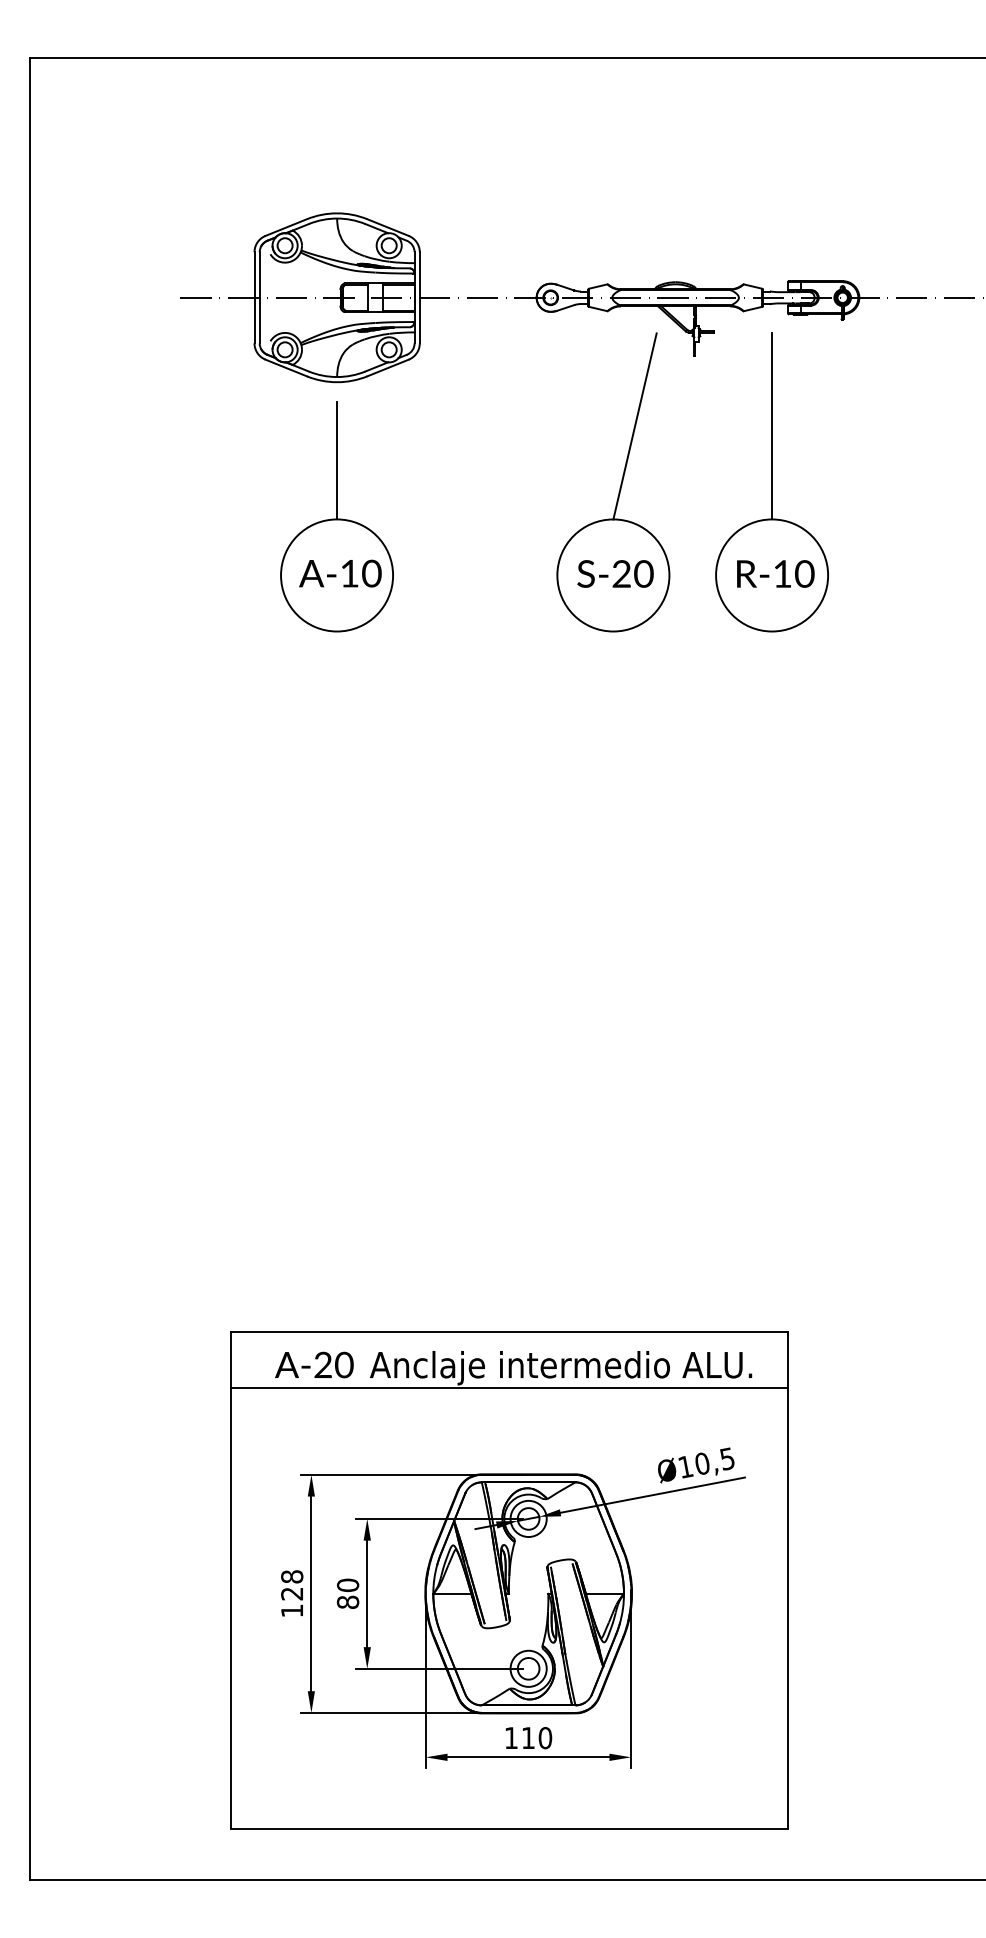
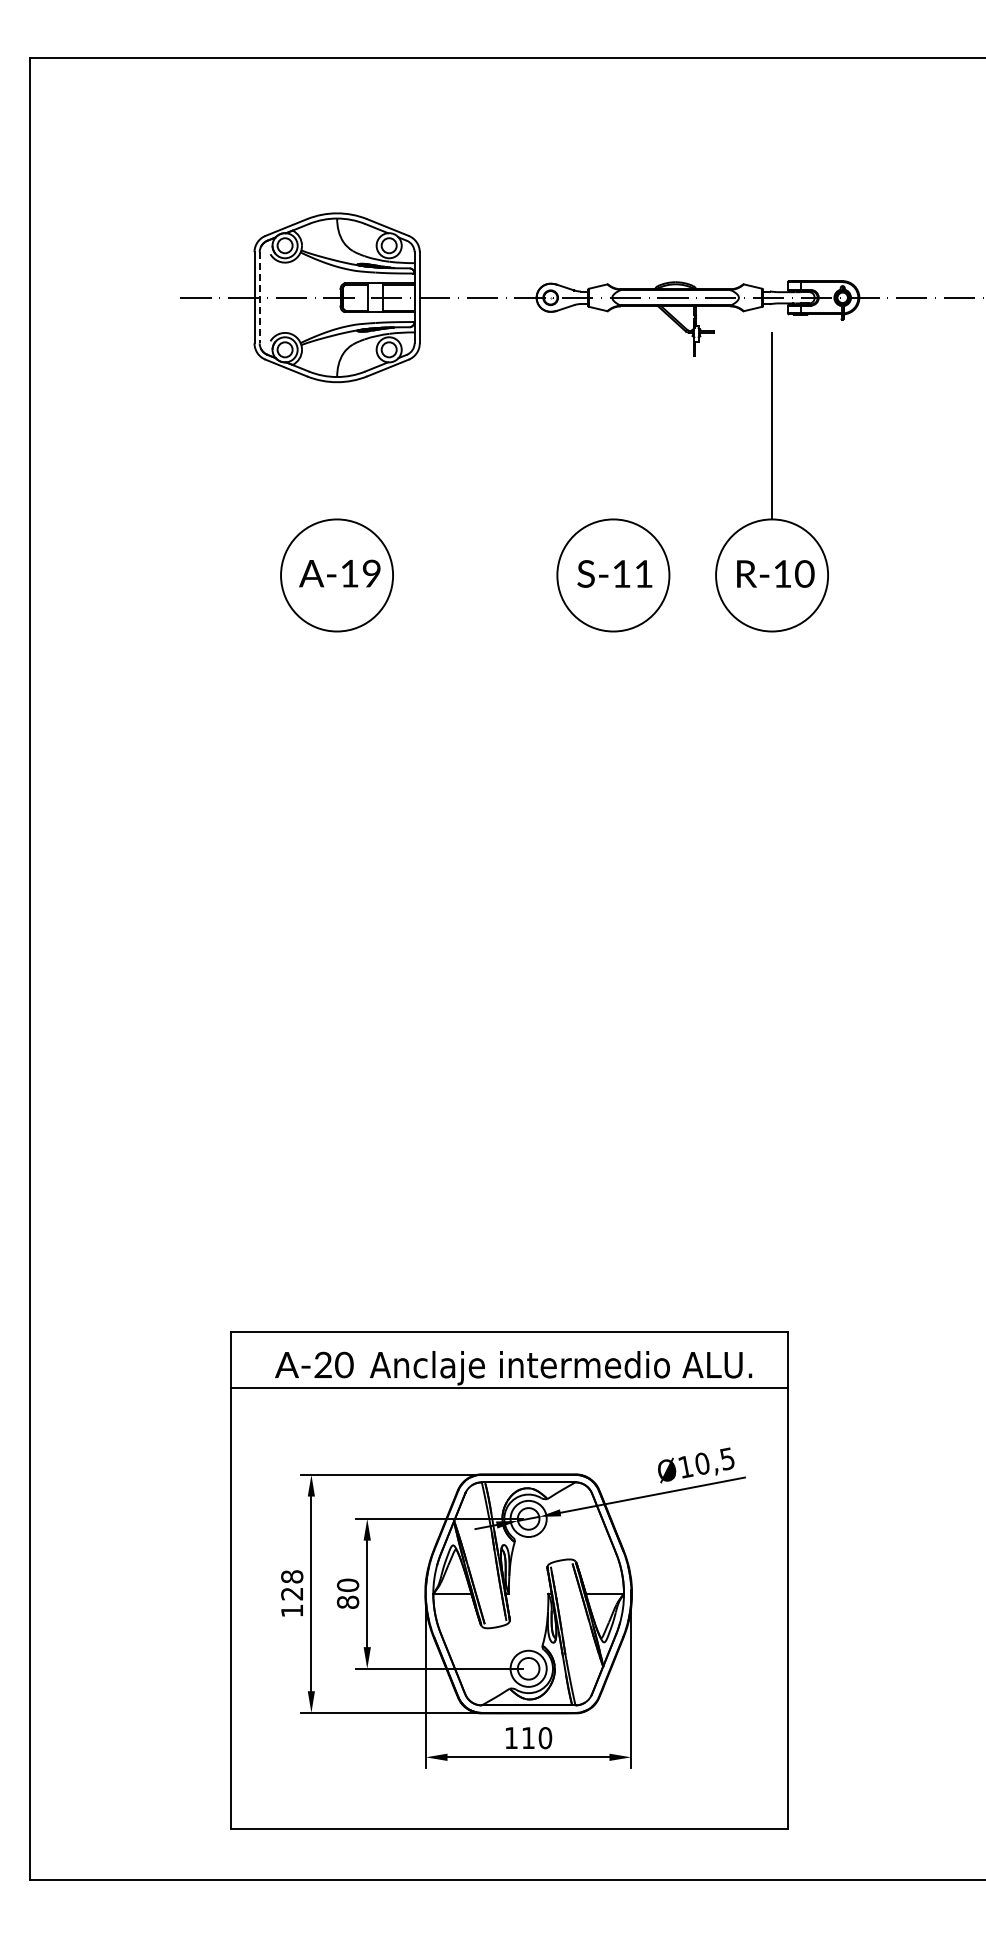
line at (259, 297): solid -> dashed
line at (634, 426): present -> none
line at (337, 460): present -> none
text at (632, 573): S-20 -> S-11
text at (371, 574): A-10 -> A-19
